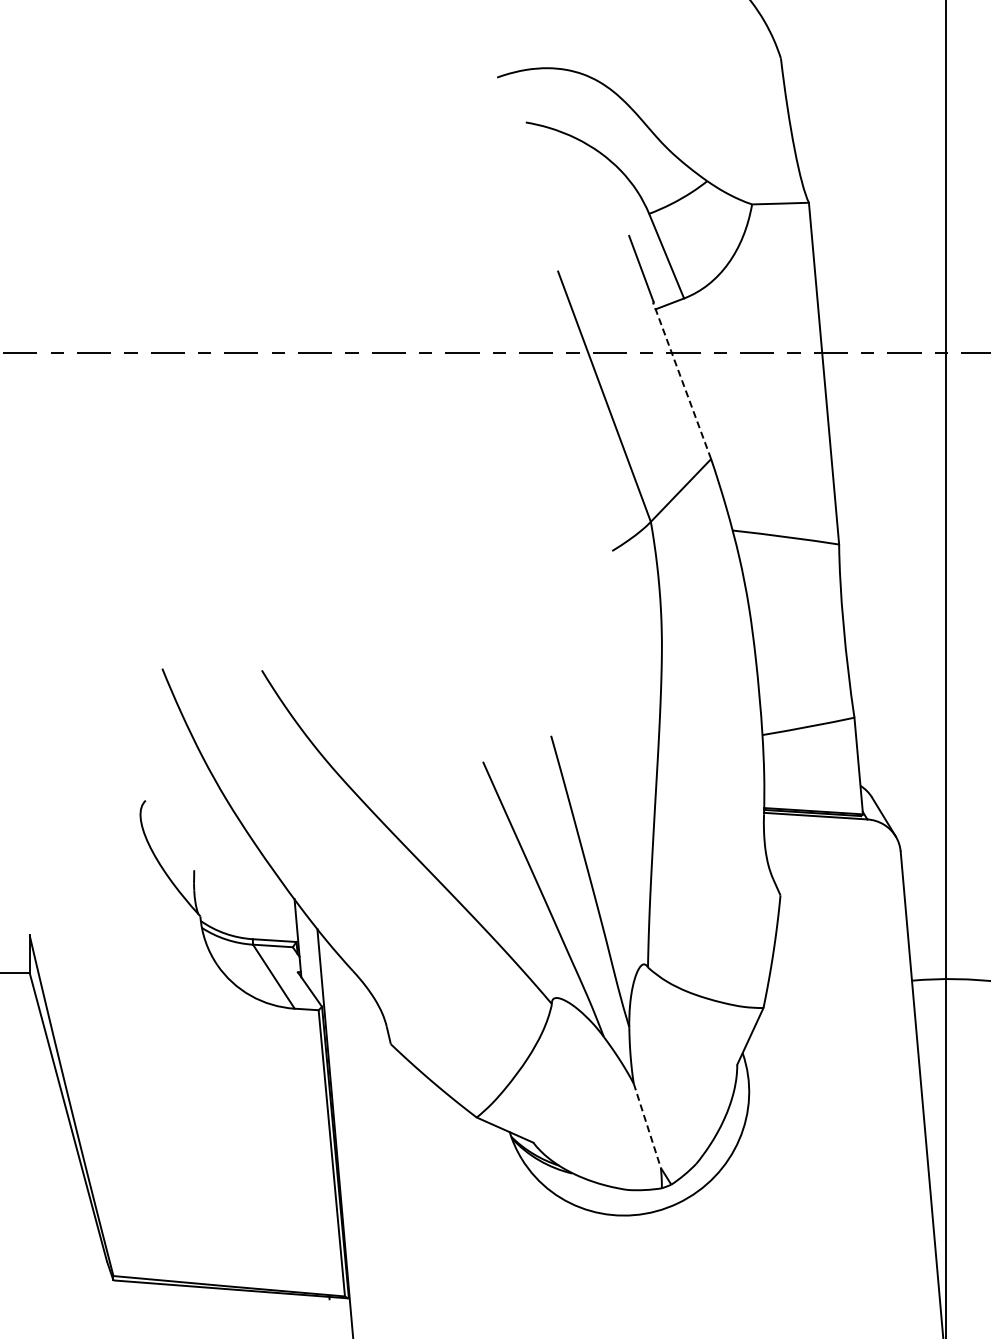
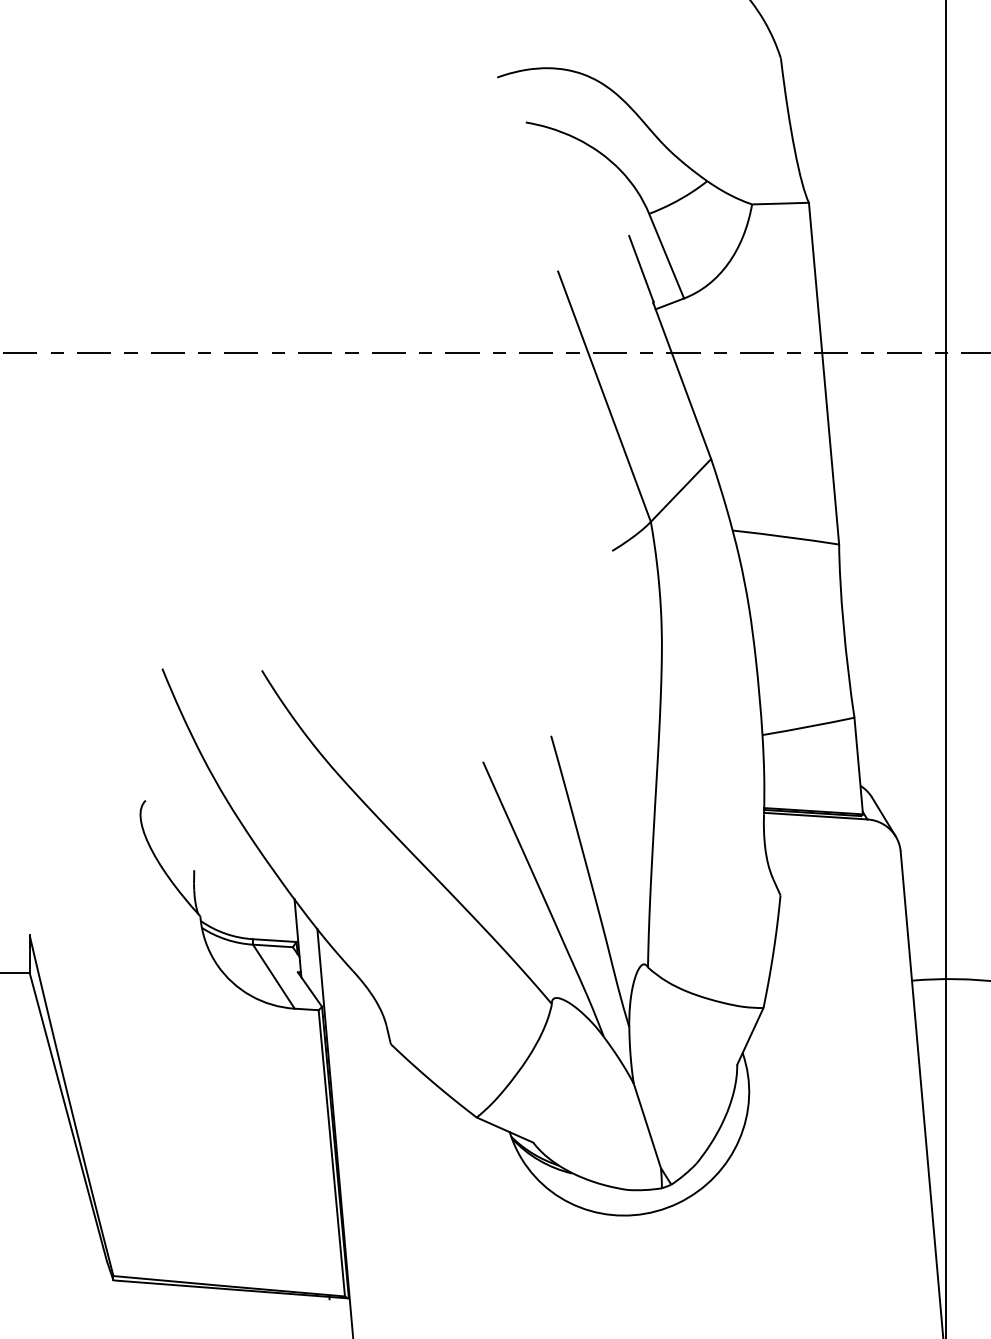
line at (682, 380): dashed -> solid
line at (647, 1126): dashed -> solid
